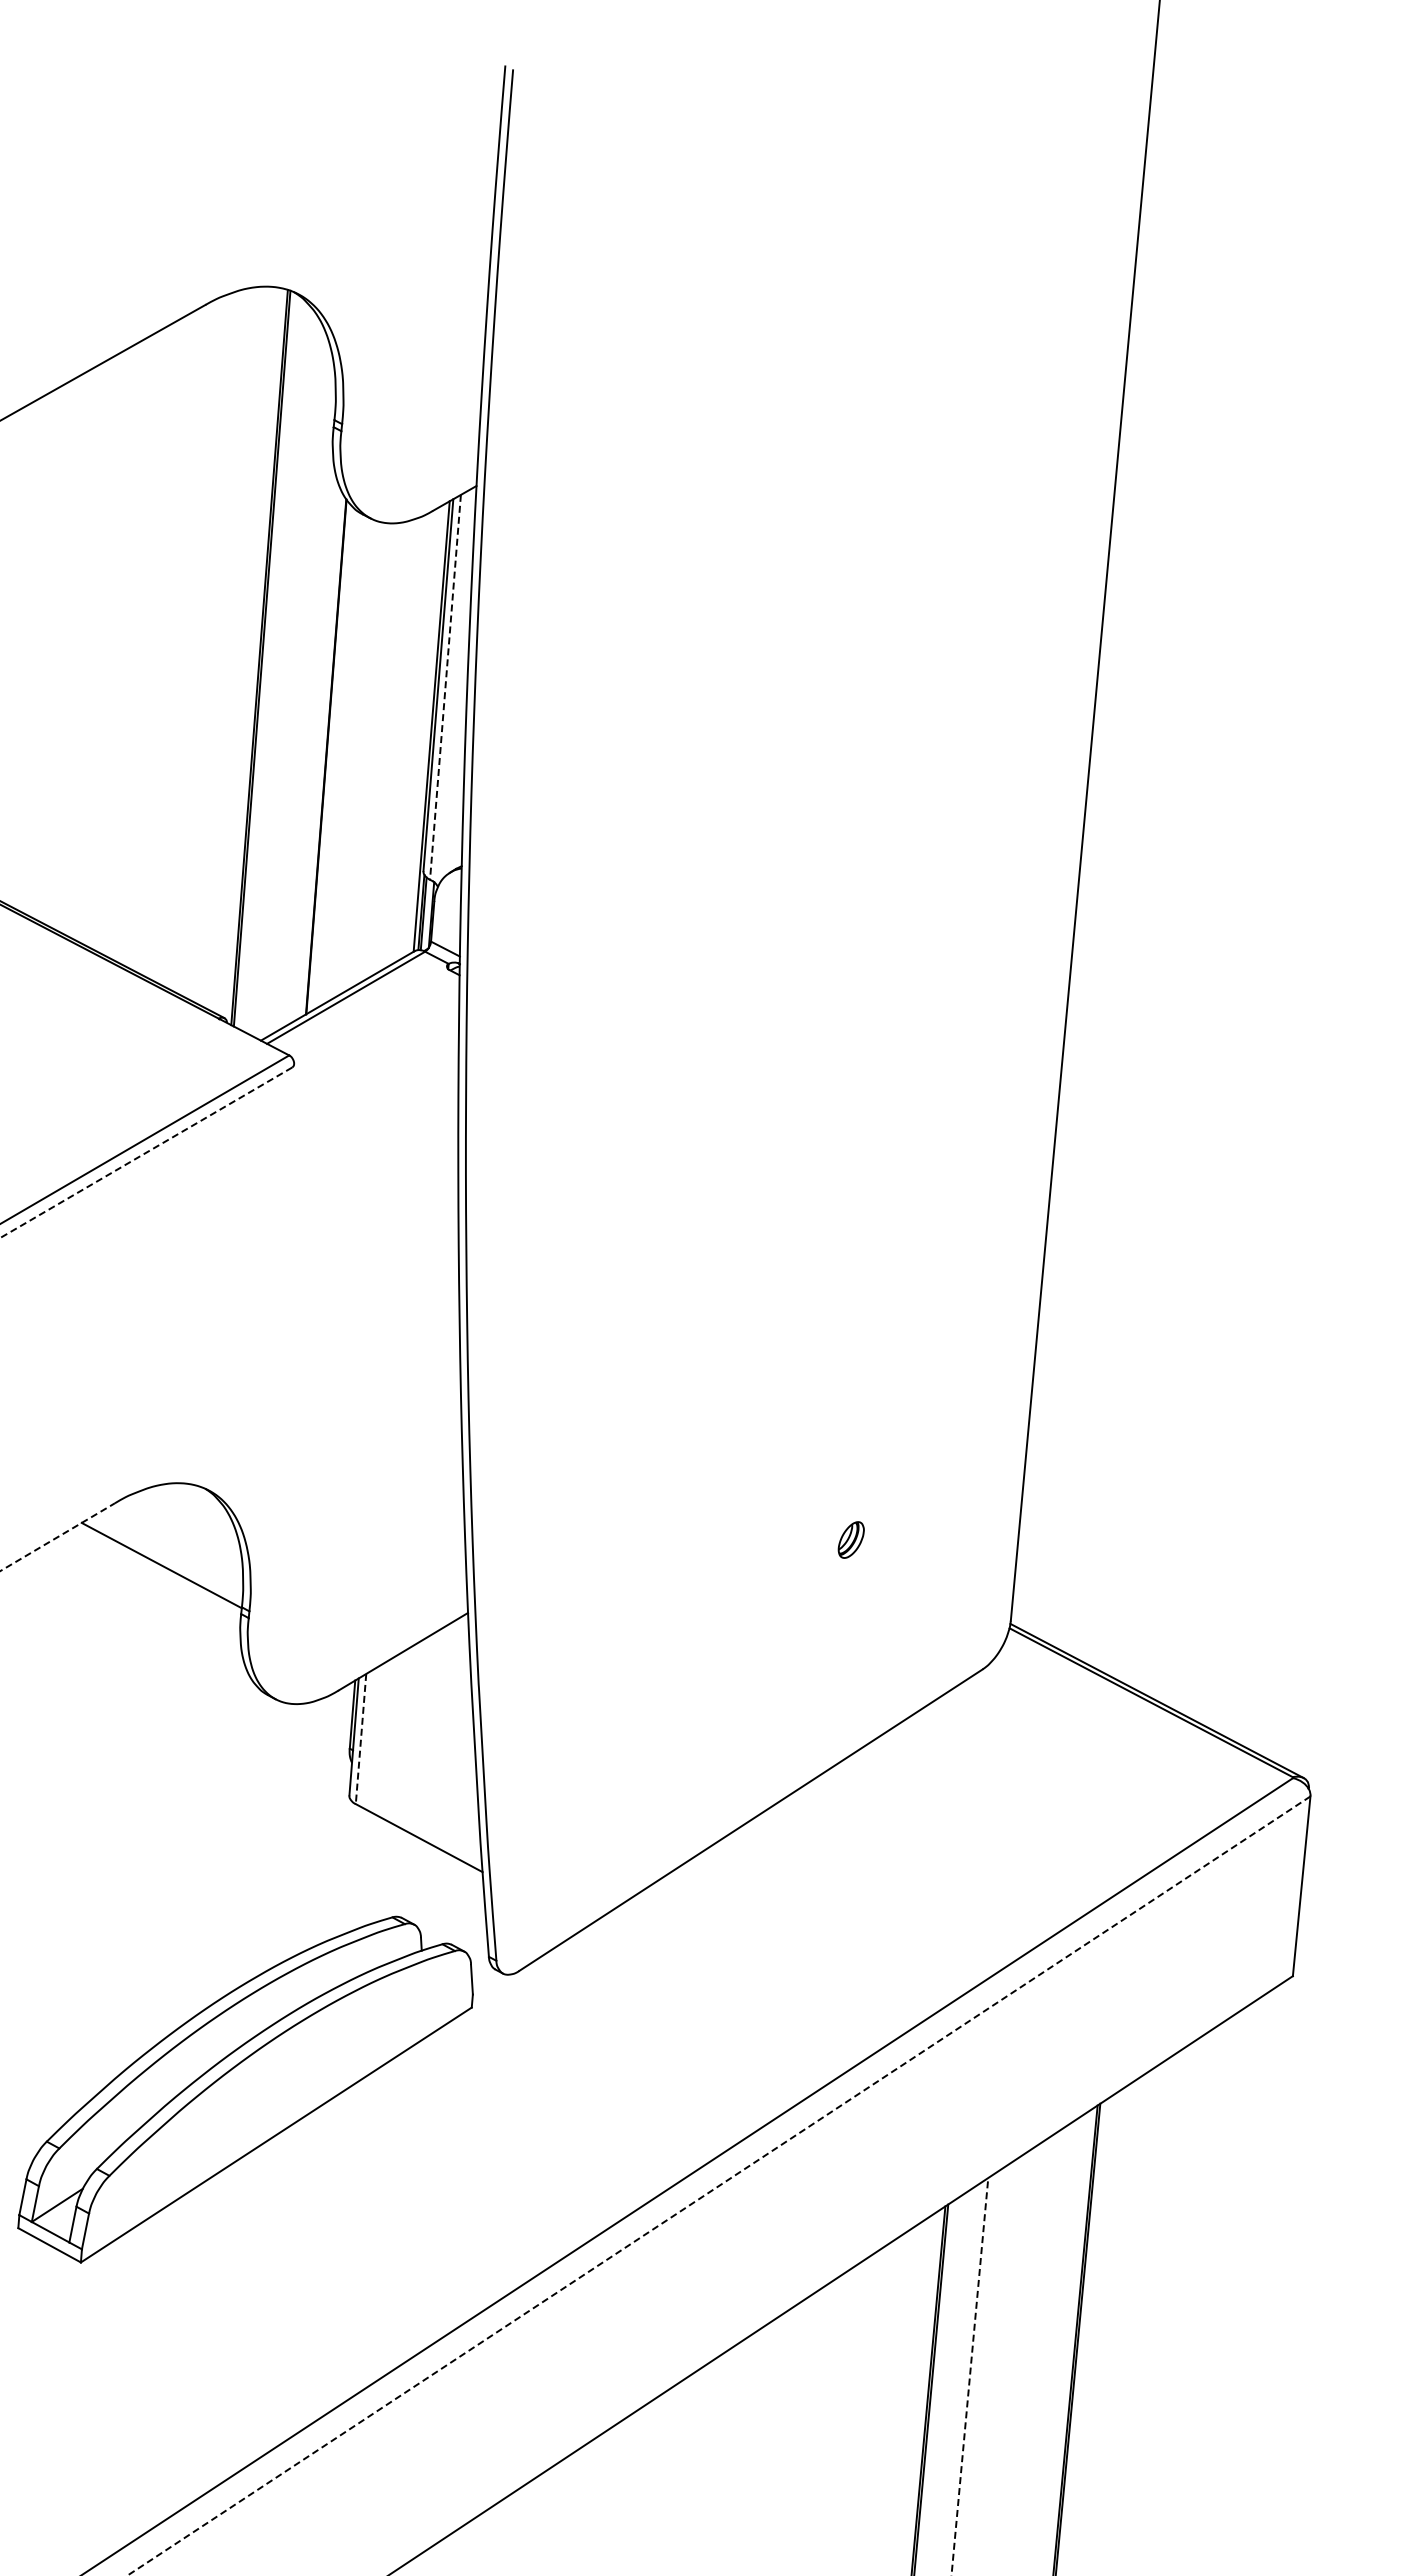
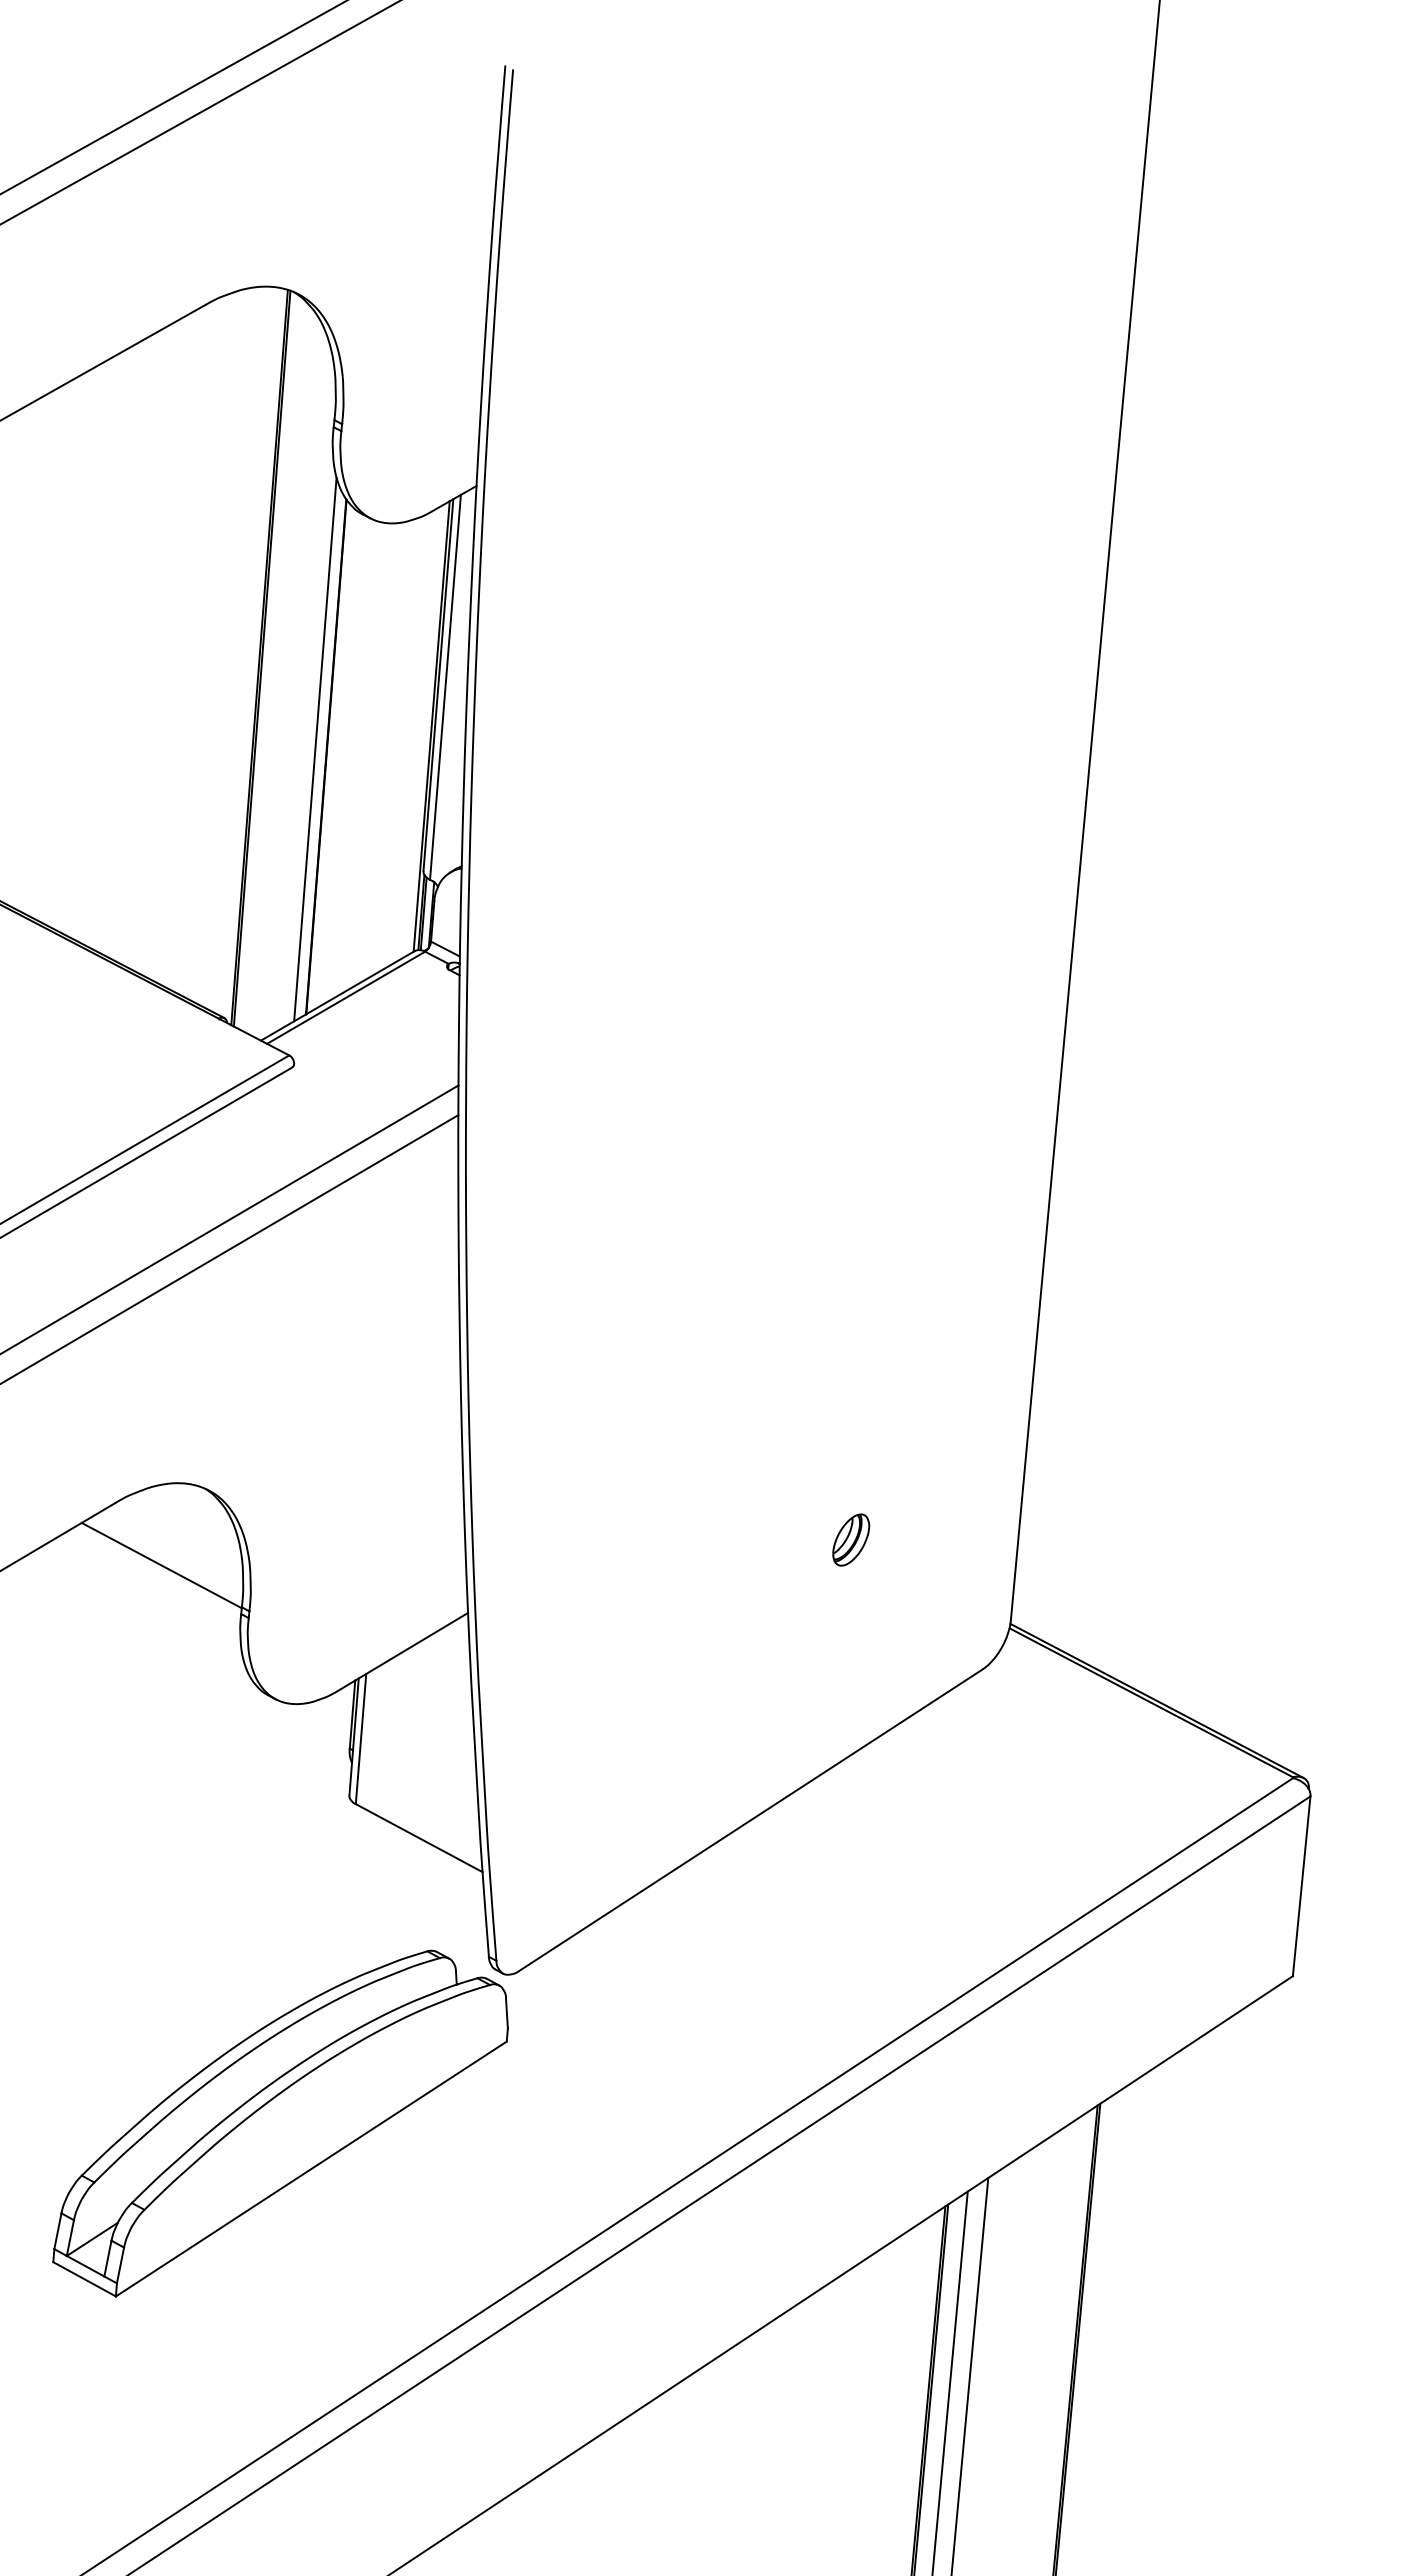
line at (173, 97): none -> present
line at (199, 112): none -> present
line at (445, 687): dashed -> solid
line at (315, 749): none -> present
line at (146, 1152): dashed -> solid
line at (230, 1219): none -> present
line at (230, 1248): none -> present
line at (58, 1536): dashed -> solid
part at (850, 1539) size: 28x38 px -> 39x54 px
line at (361, 1739): dashed -> solid
part at (245, 2089) position: (245, 2089) -> (280, 2123)
line at (718, 2186): dashed -> solid
line at (969, 2376): dashed -> solid
line at (949, 2381): none -> present
